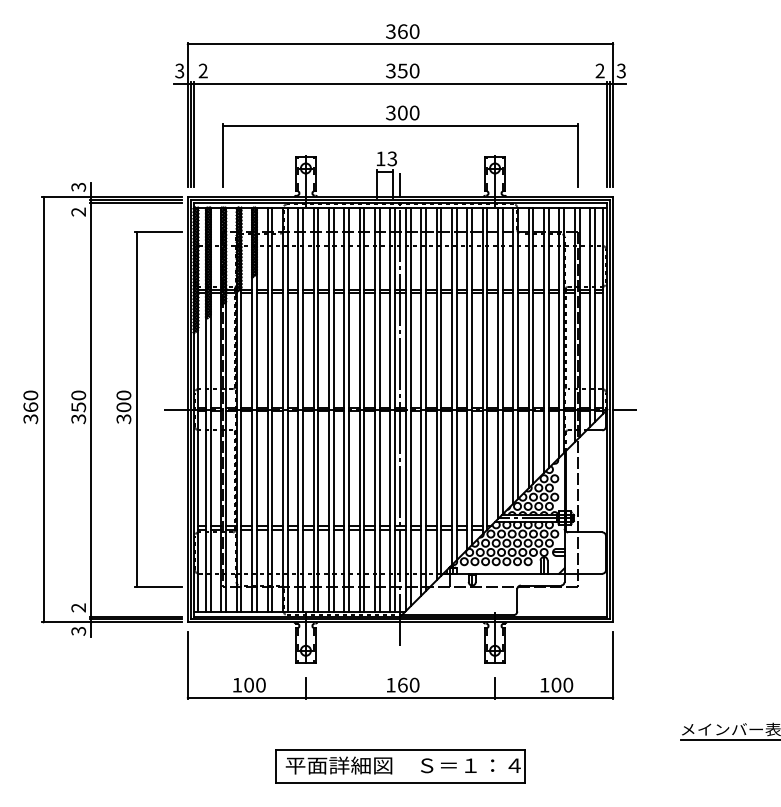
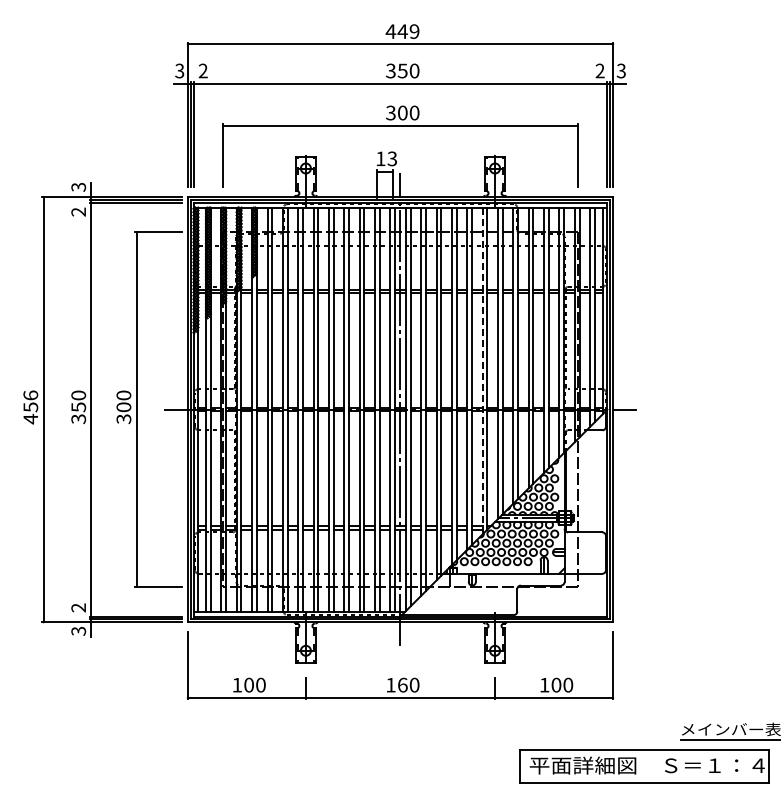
text at (402, 31): 360 -> 449
line at (482, 371): solid -> dashed
text at (30, 407): 360 -> 456
part at (400, 766) position: (400, 766) -> (644, 766)
